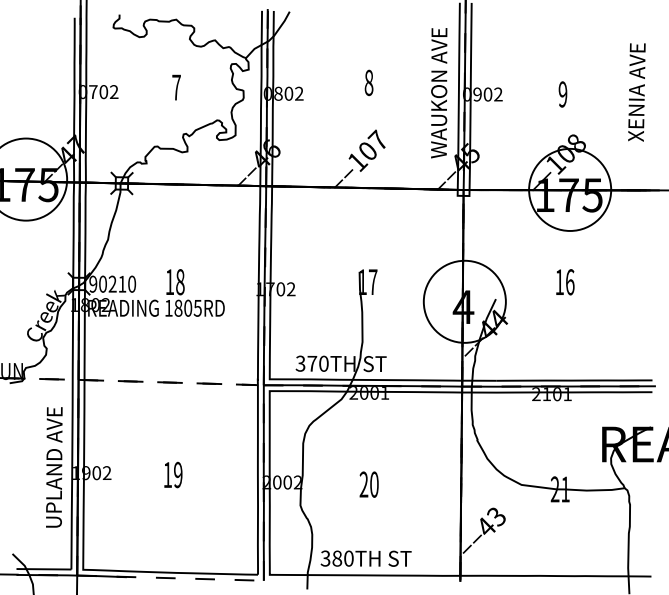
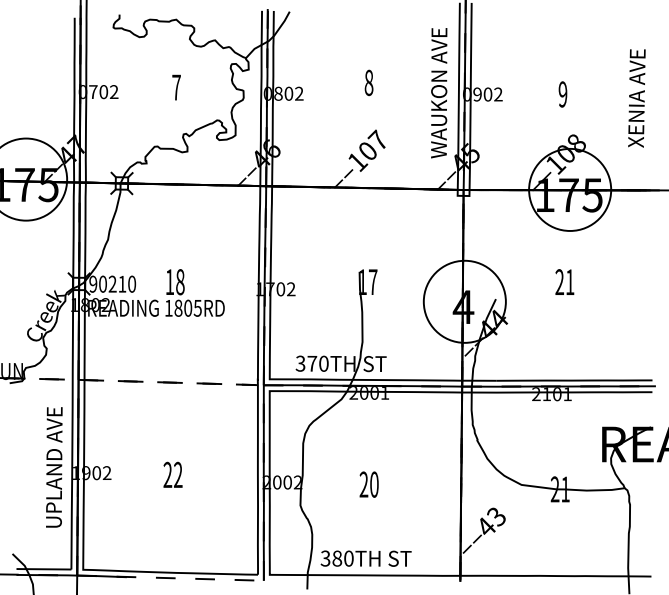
text at (636, 92) position: (636, 92) -> (636, 98)
text at (564, 282): 16 -> 21
text at (172, 474): 19 -> 22
